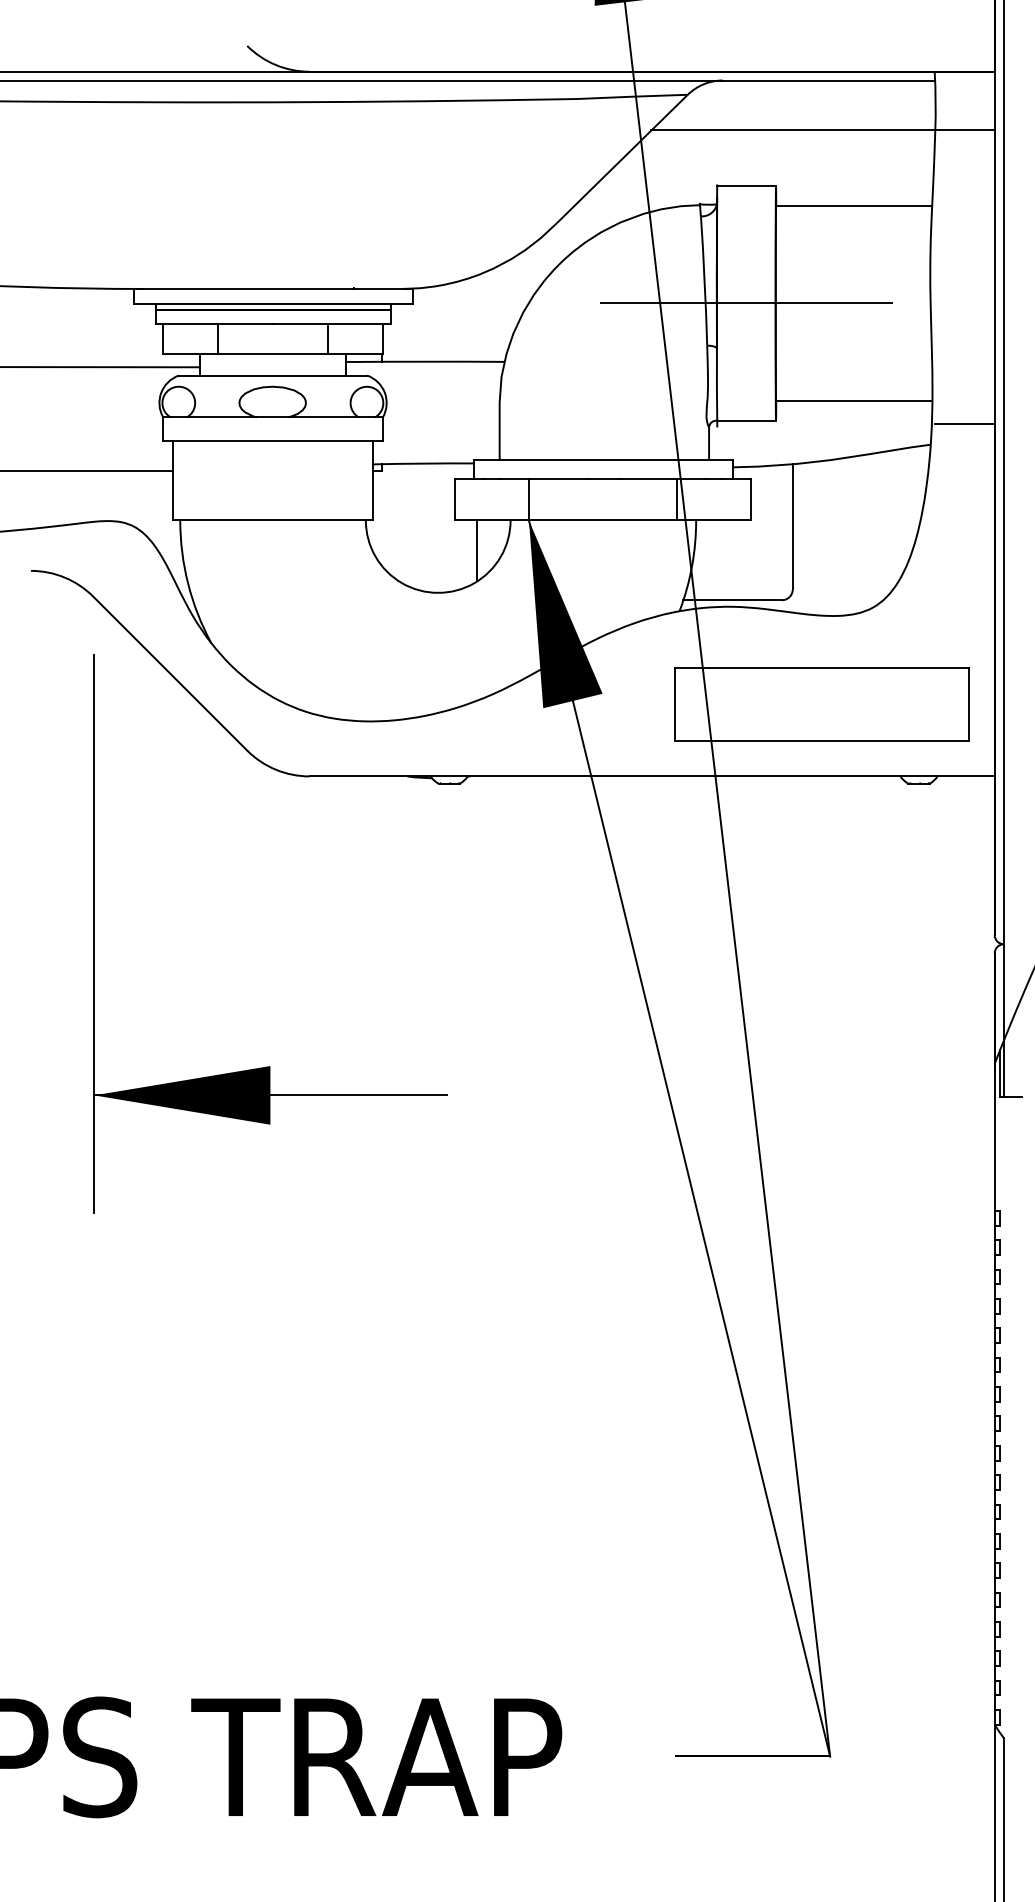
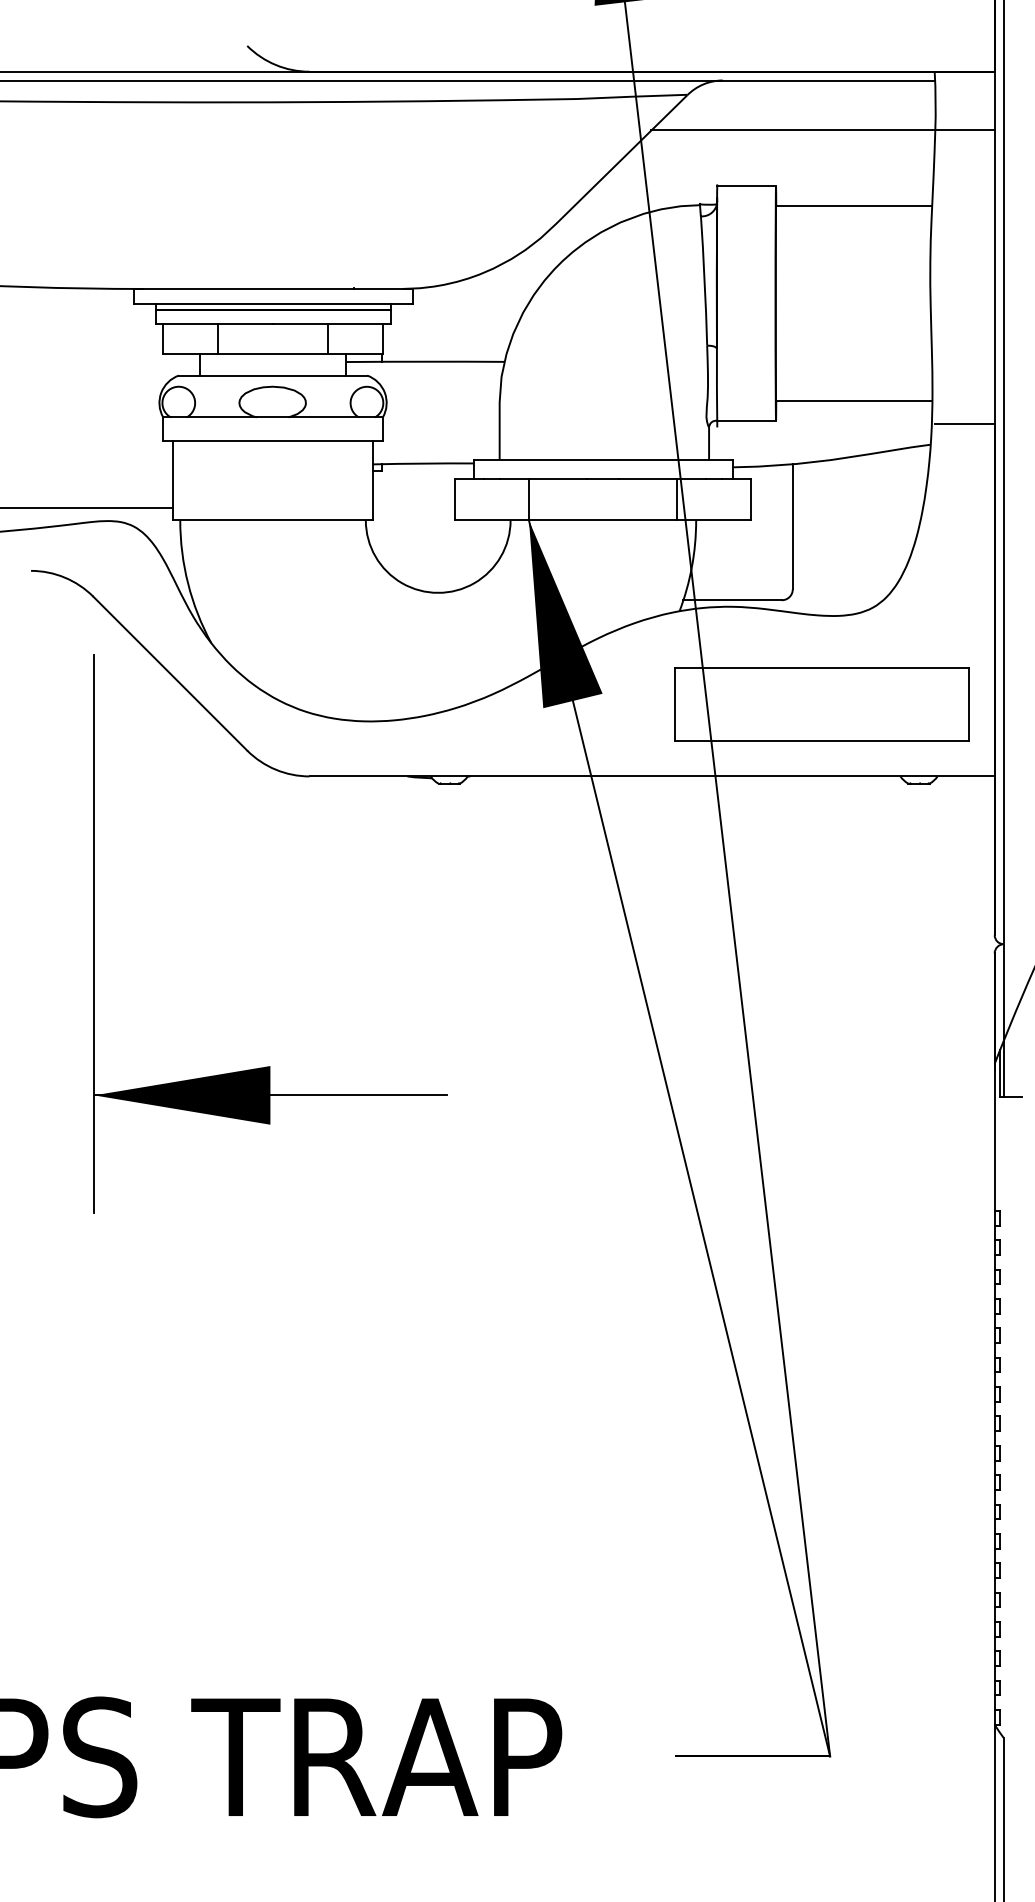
line at (746, 303): present -> none
line at (100, 367): present -> none
line at (87, 471) position: (87, 471) -> (87, 508)
line at (477, 550): present -> none
